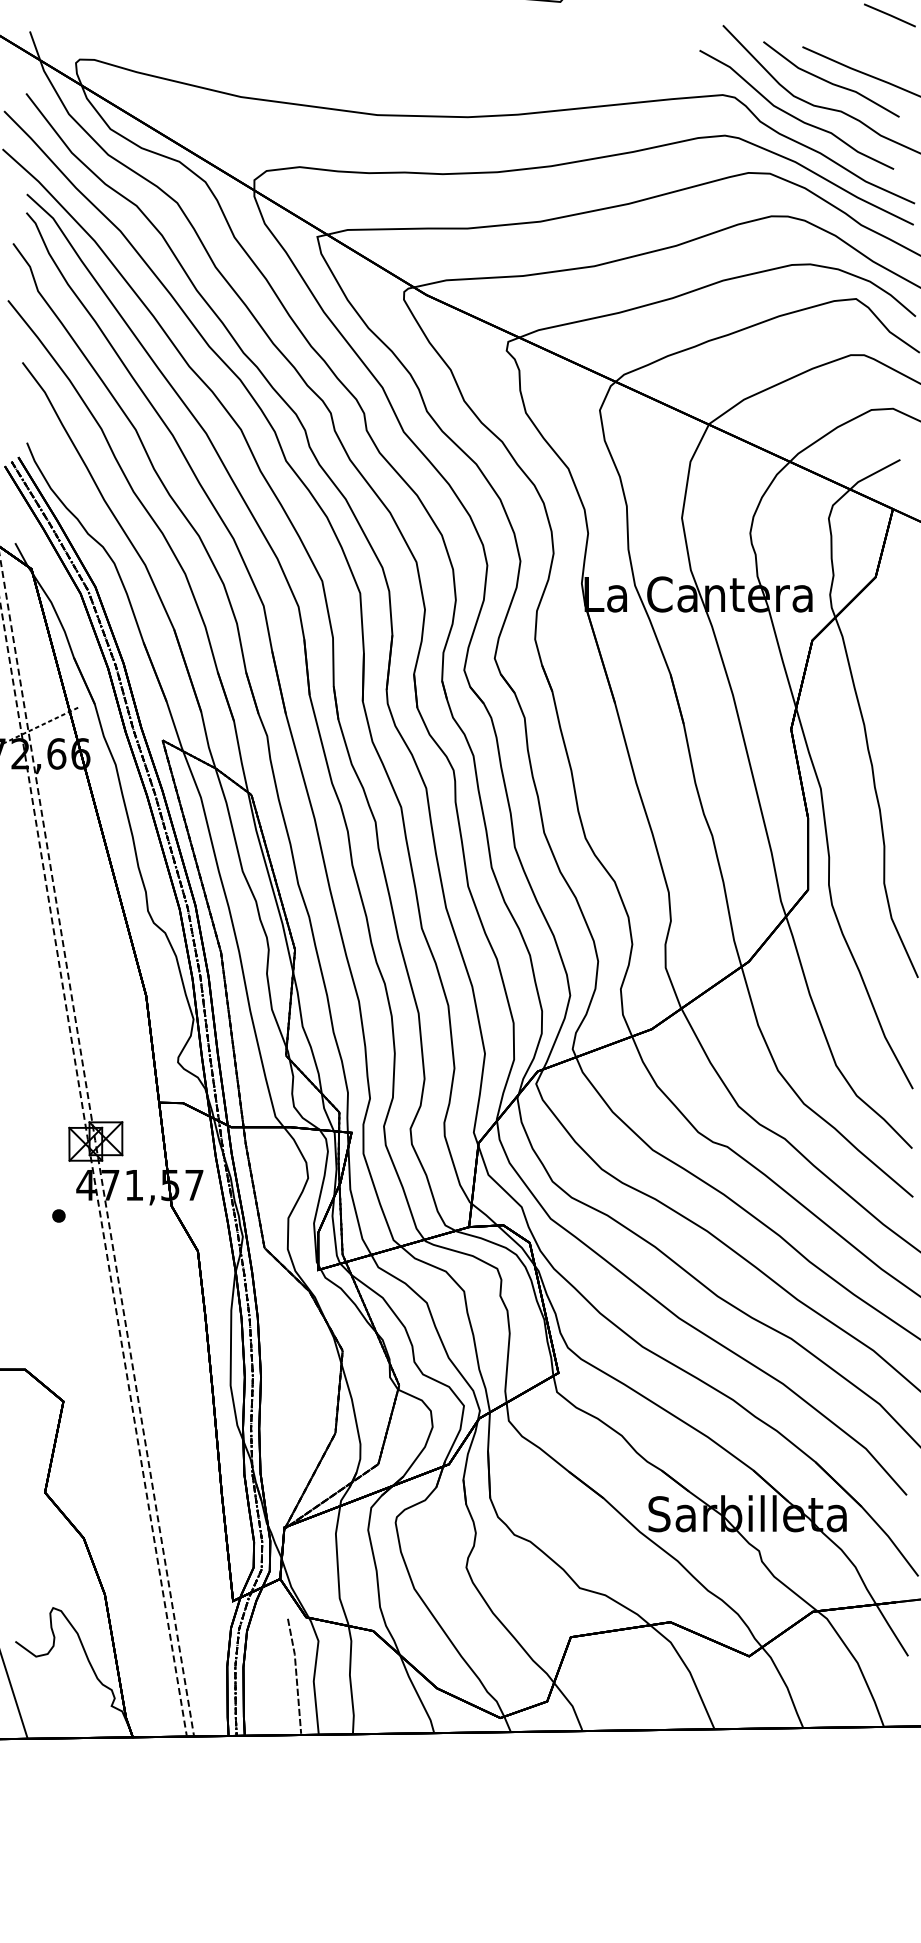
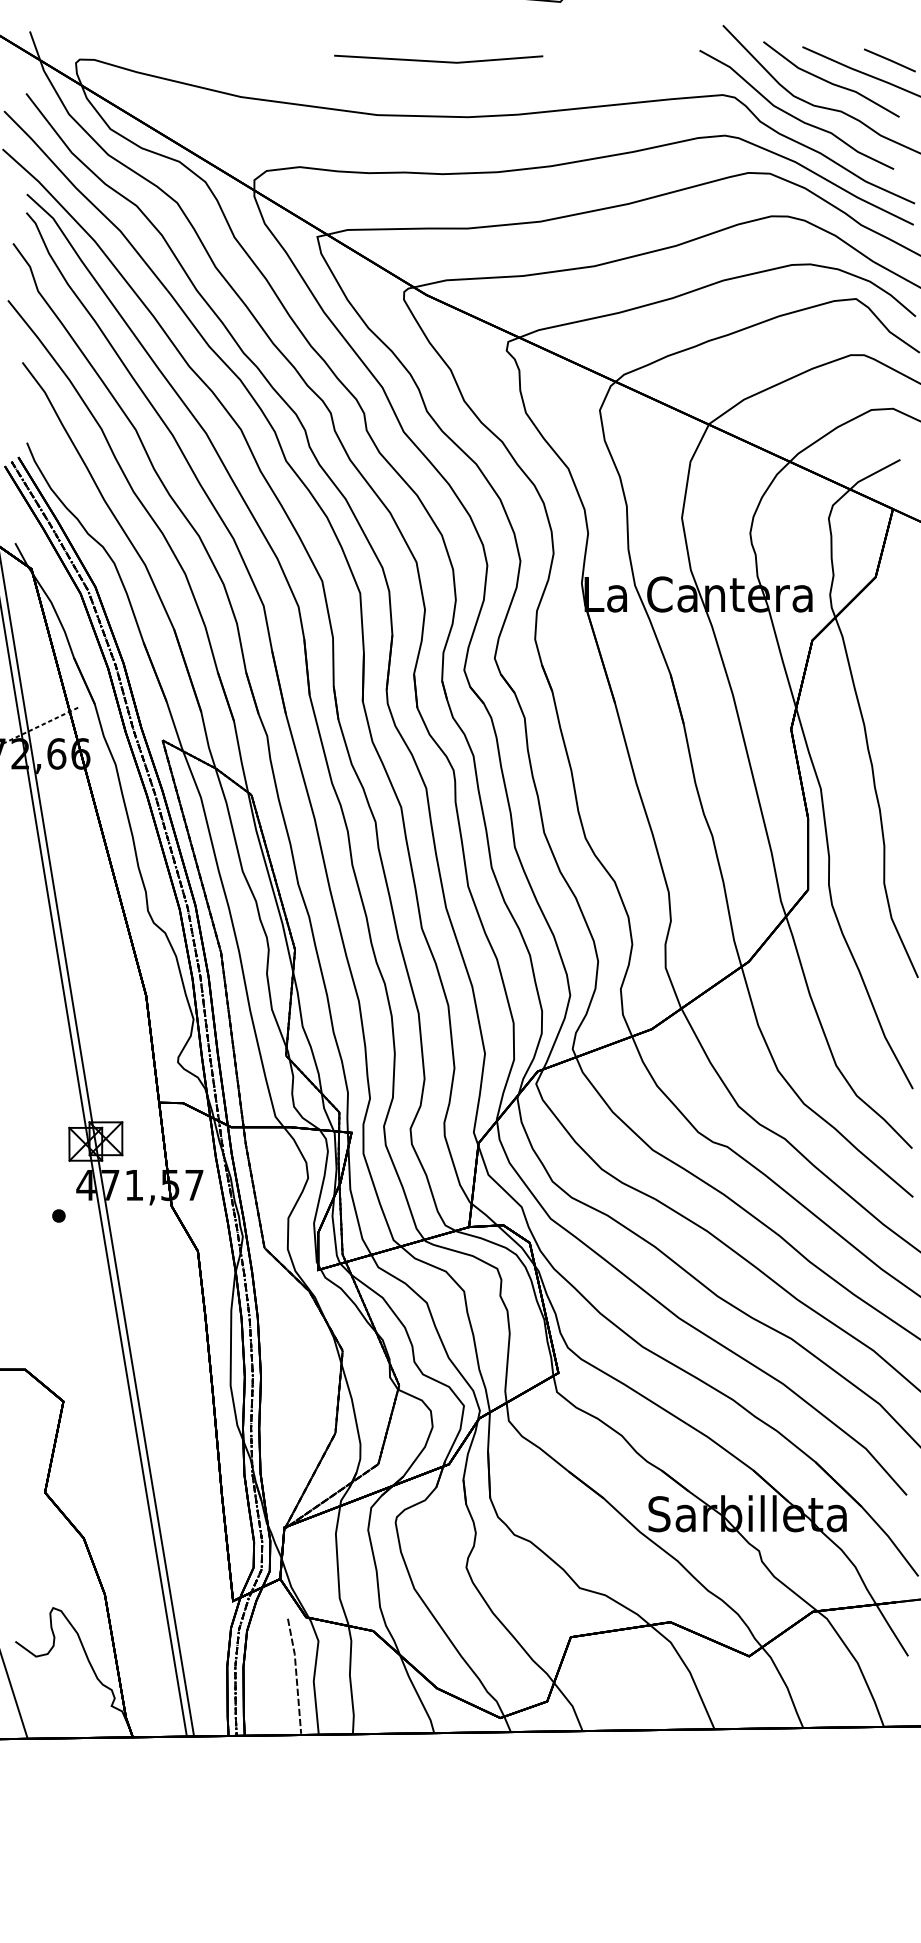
line at (889, 15) position: (889, 15) -> (889, 60)
line at (438, 60): none -> present
line at (96, 1146): dashed -> solid
line at (92, 1168): dashed -> solid
